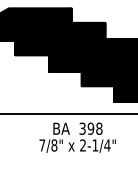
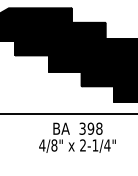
text at (42, 145): 7/8" -> 4/8"
